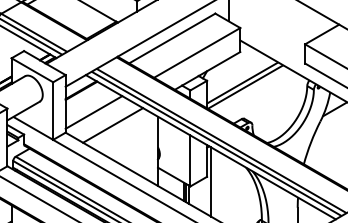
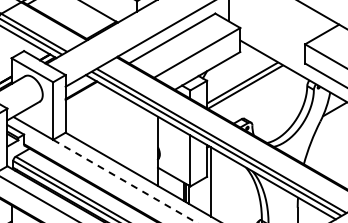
line at (93, 112): present -> none
line at (113, 125): present -> none
line at (124, 181): solid -> dashed
